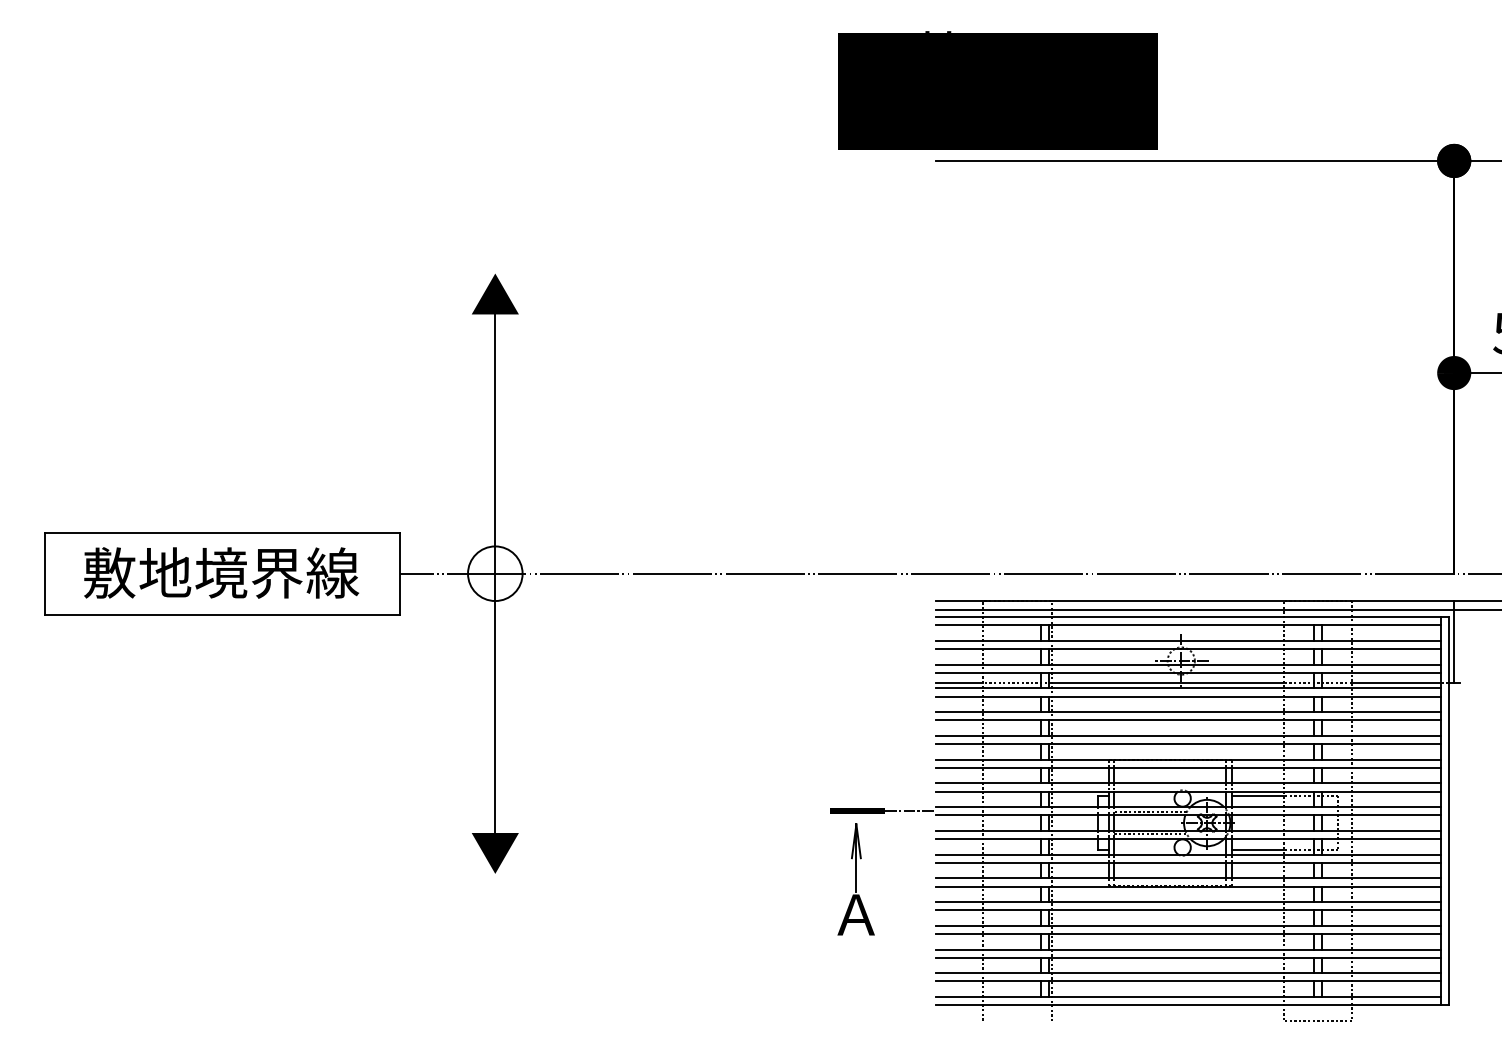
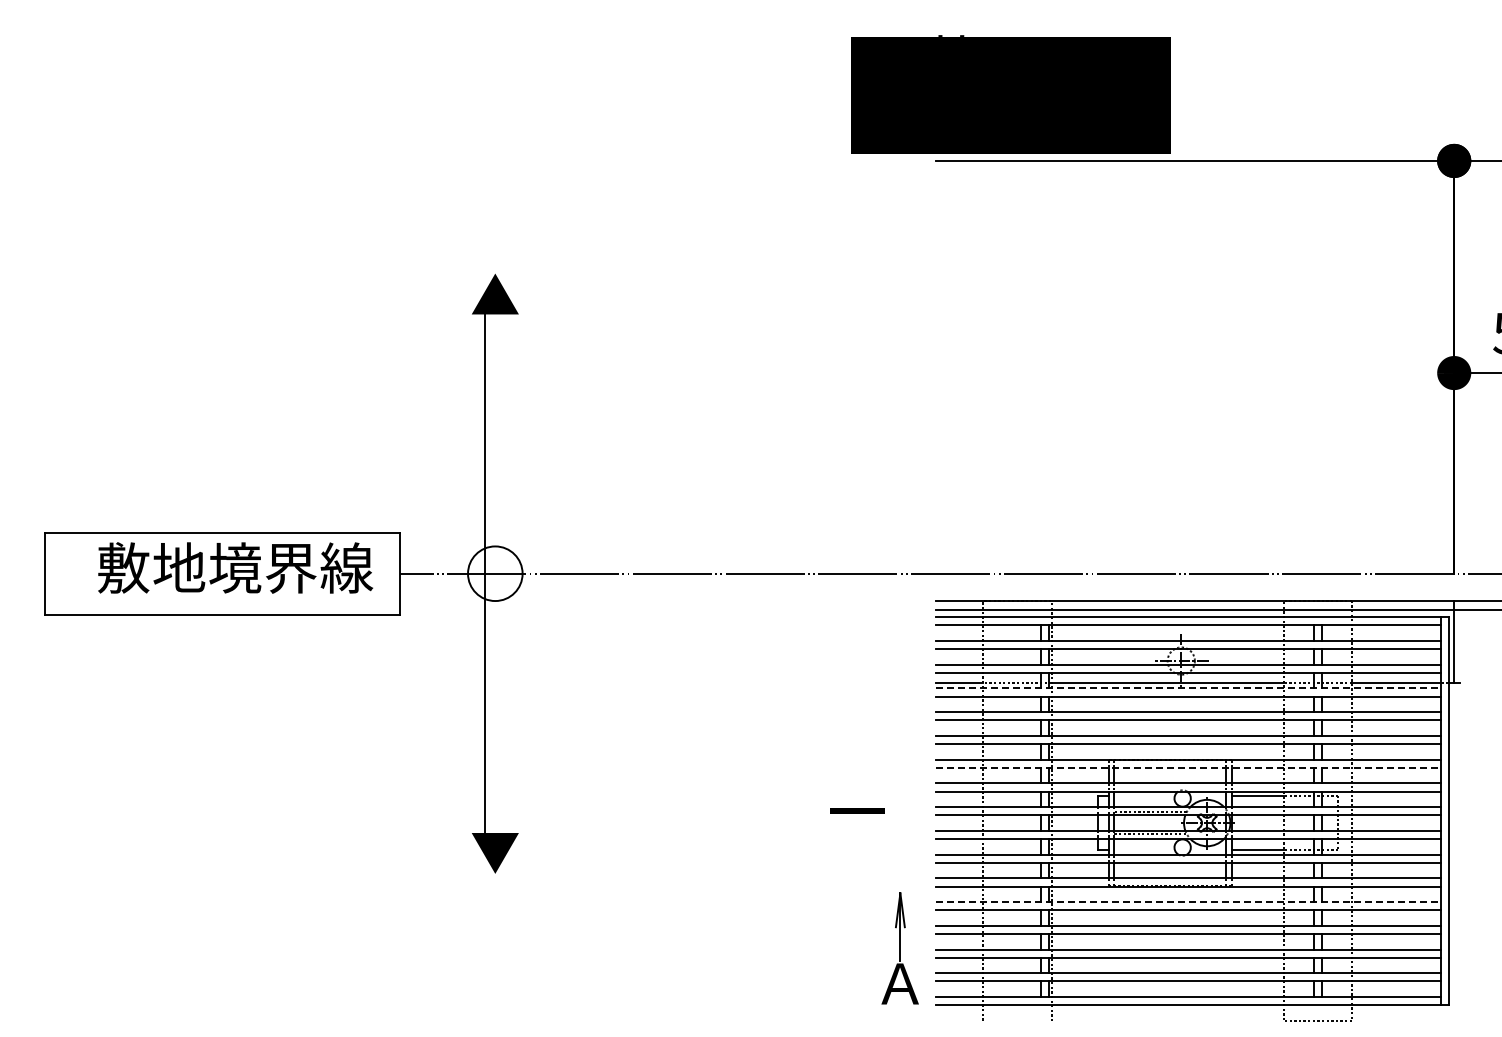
text at (997, 90) position: (997, 90) -> (1010, 94)
text at (221, 572) position: (221, 572) -> (235, 567)
line at (495, 573) position: (495, 573) -> (485, 573)
line at (1188, 688): solid -> dashed
line at (1188, 767): solid -> dashed
line at (910, 811): present -> none
part at (855, 879) position: (855, 879) -> (899, 948)
line at (1188, 902): solid -> dashed
